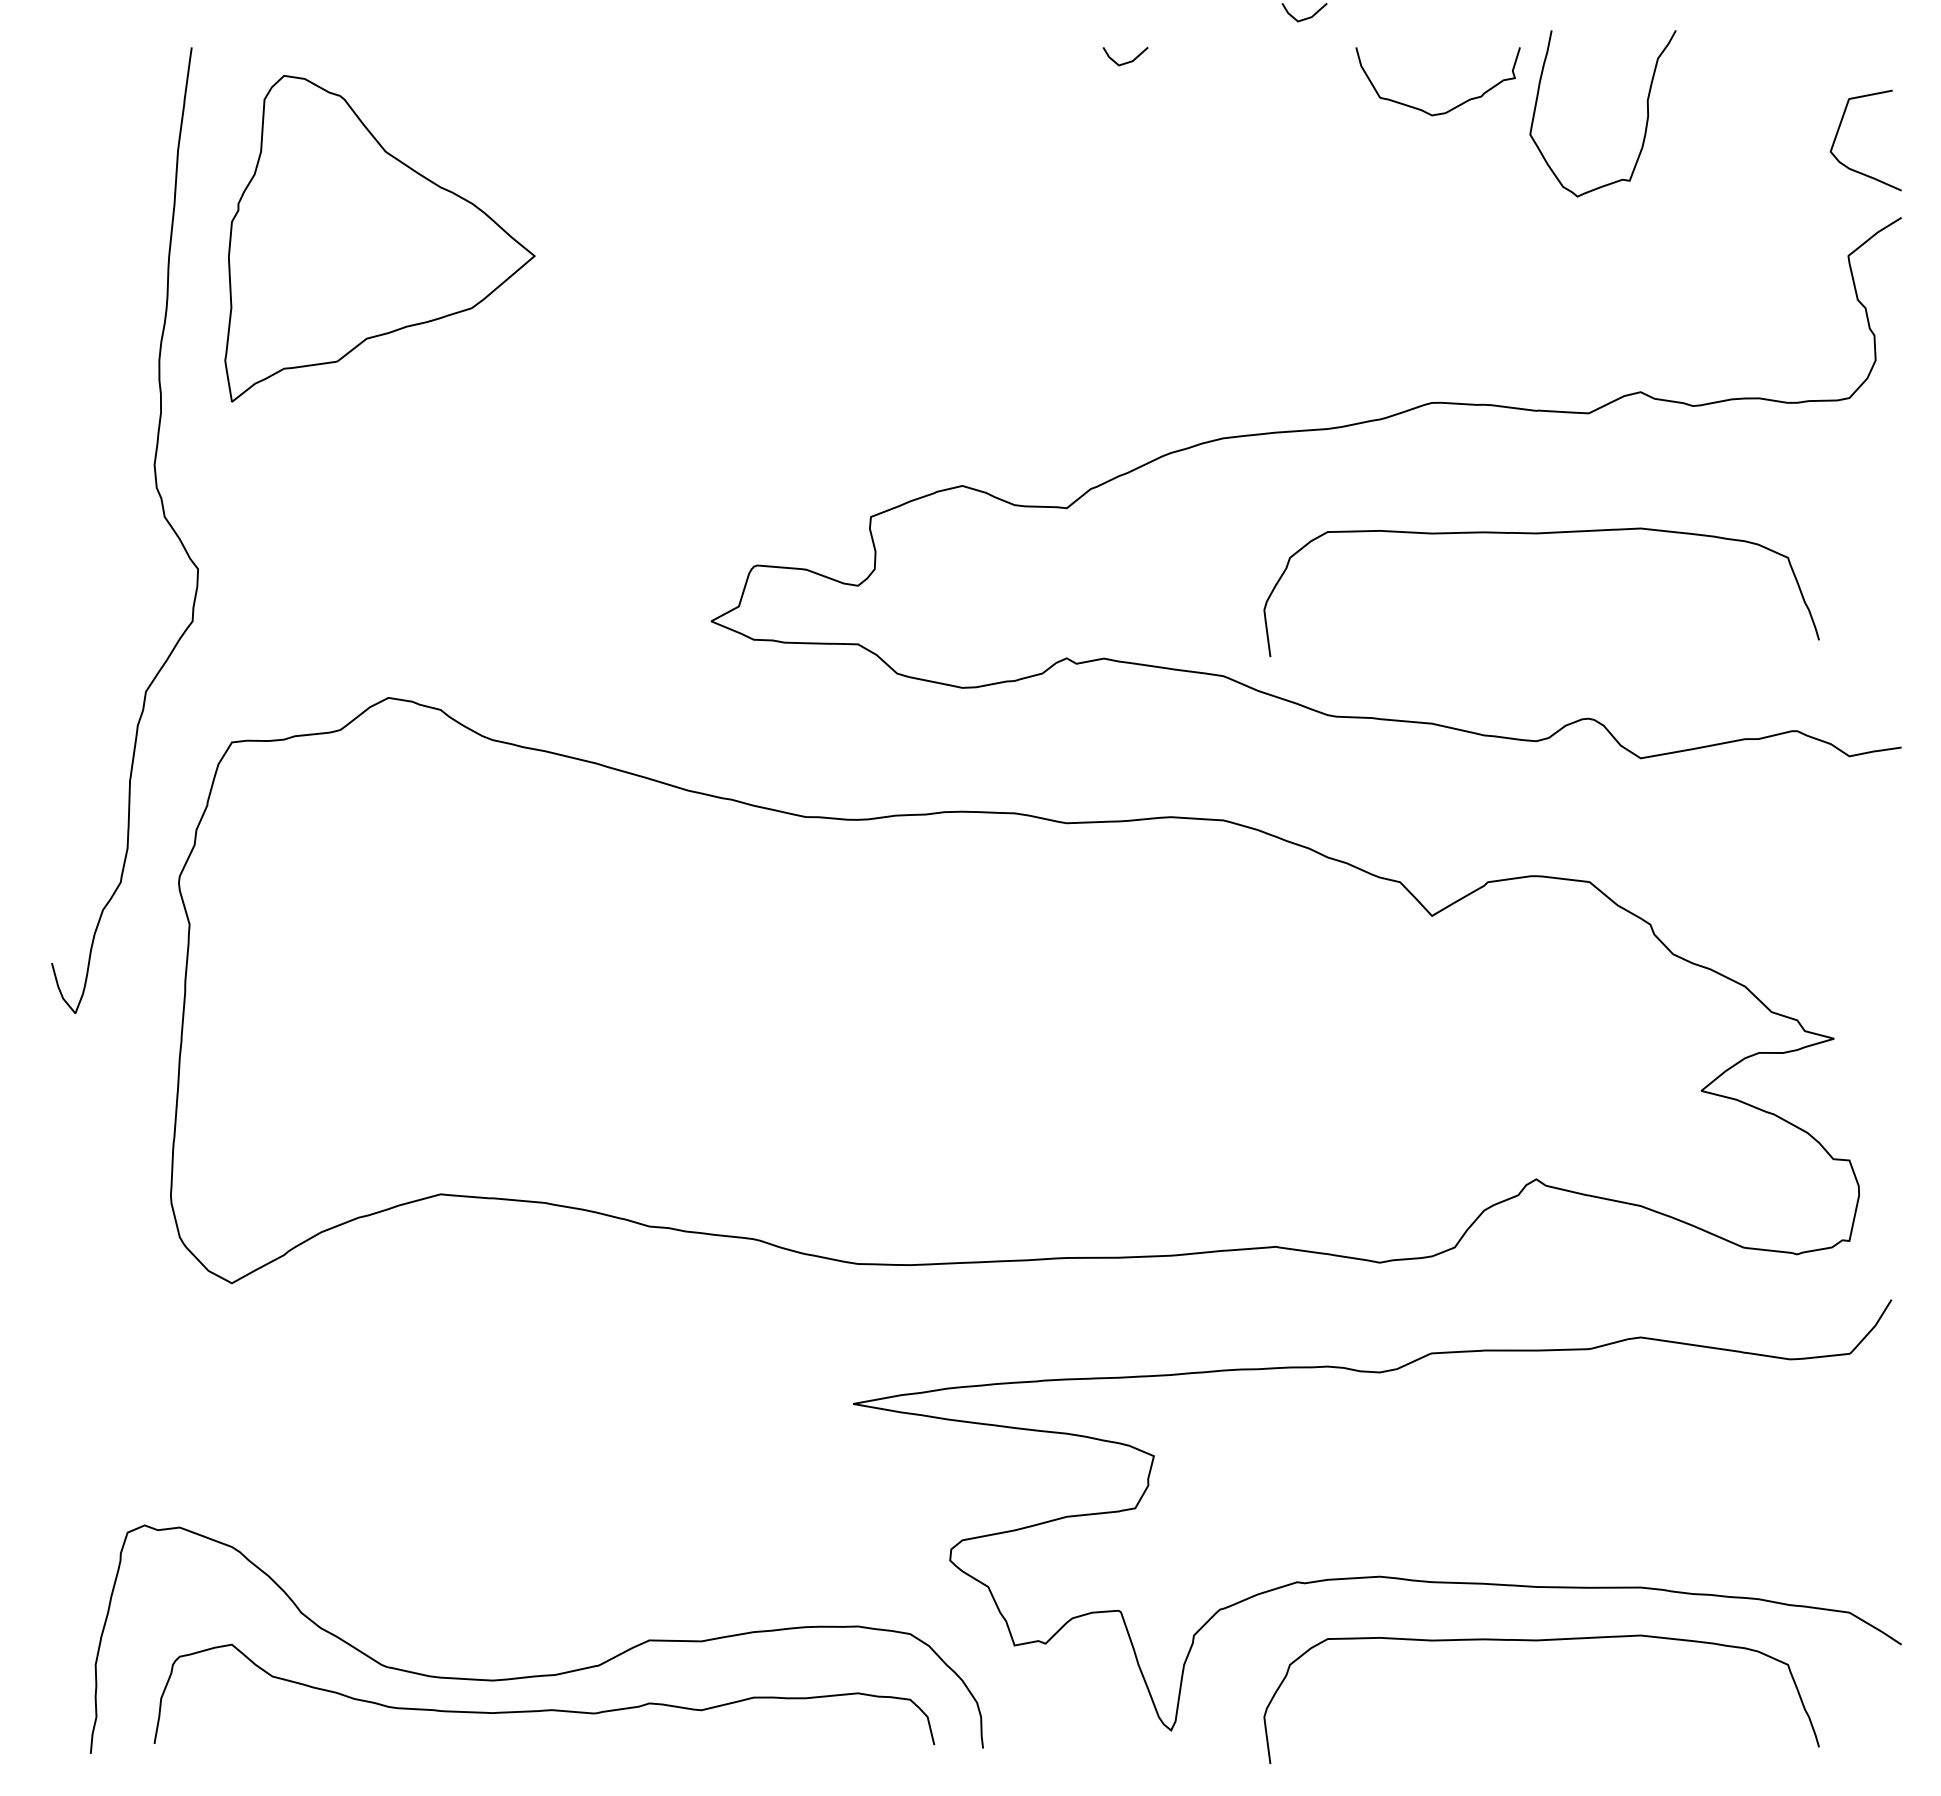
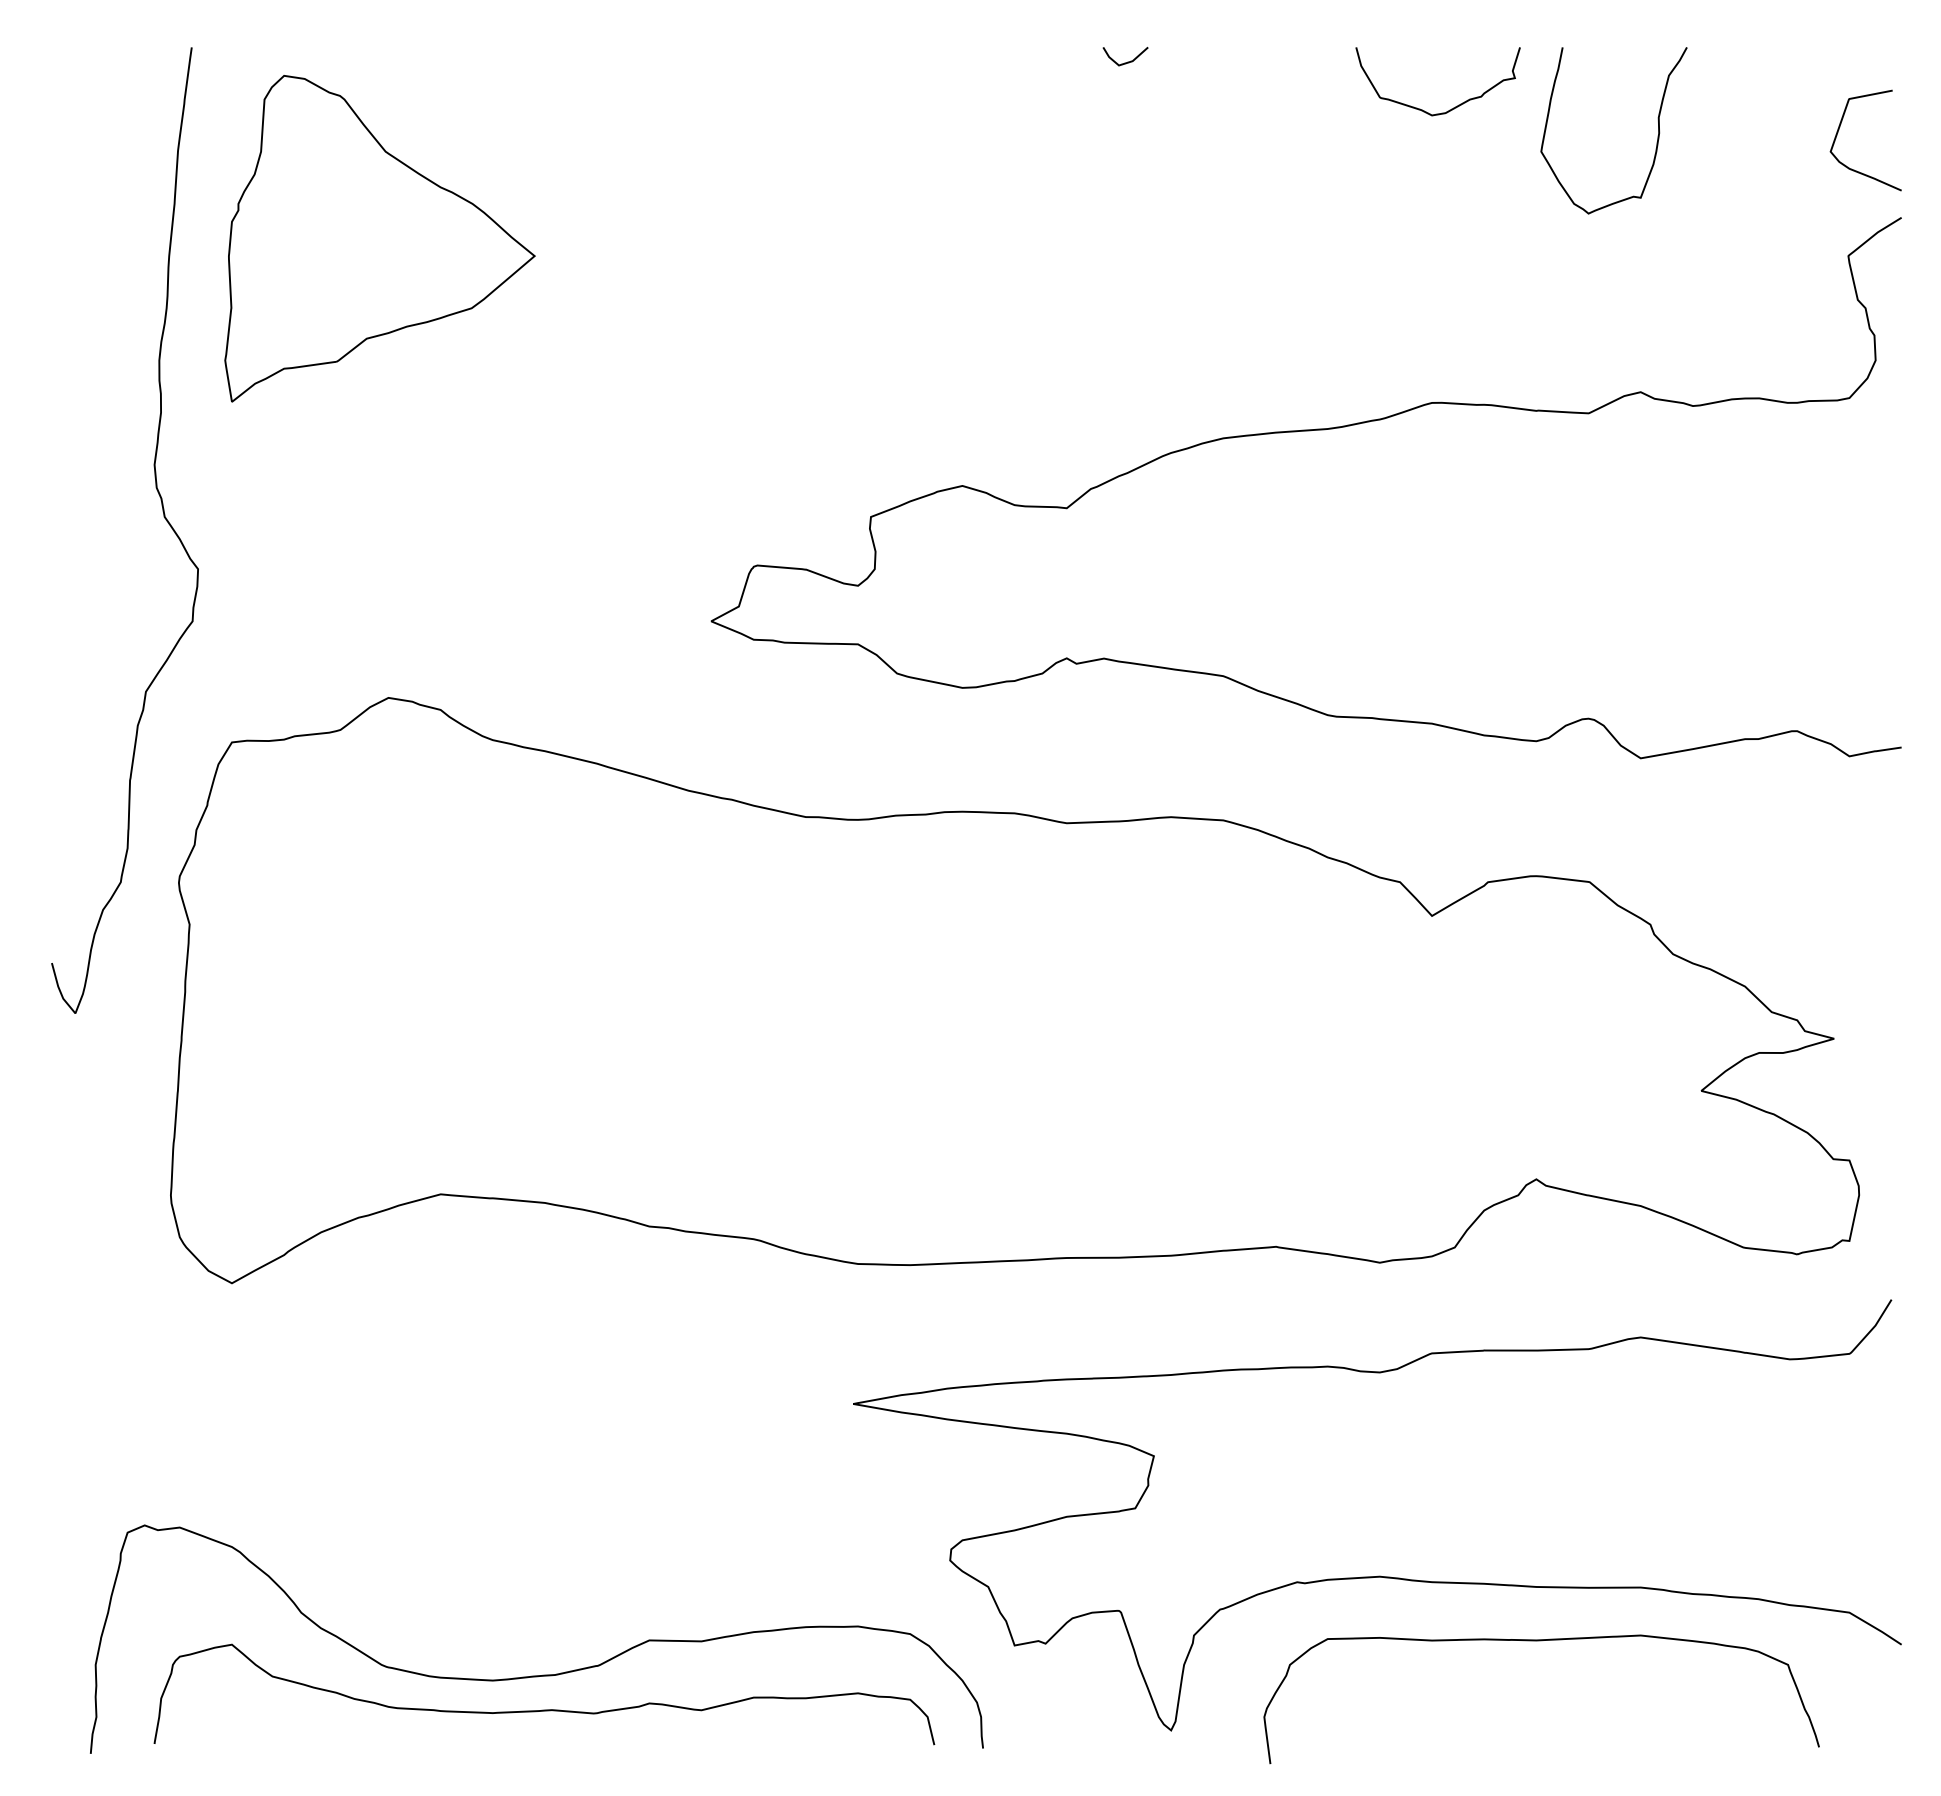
line at (1306, 17): present -> none
curve at (1646, 118) position: (1646, 118) -> (1657, 135)
curve at (1541, 534): present -> none
